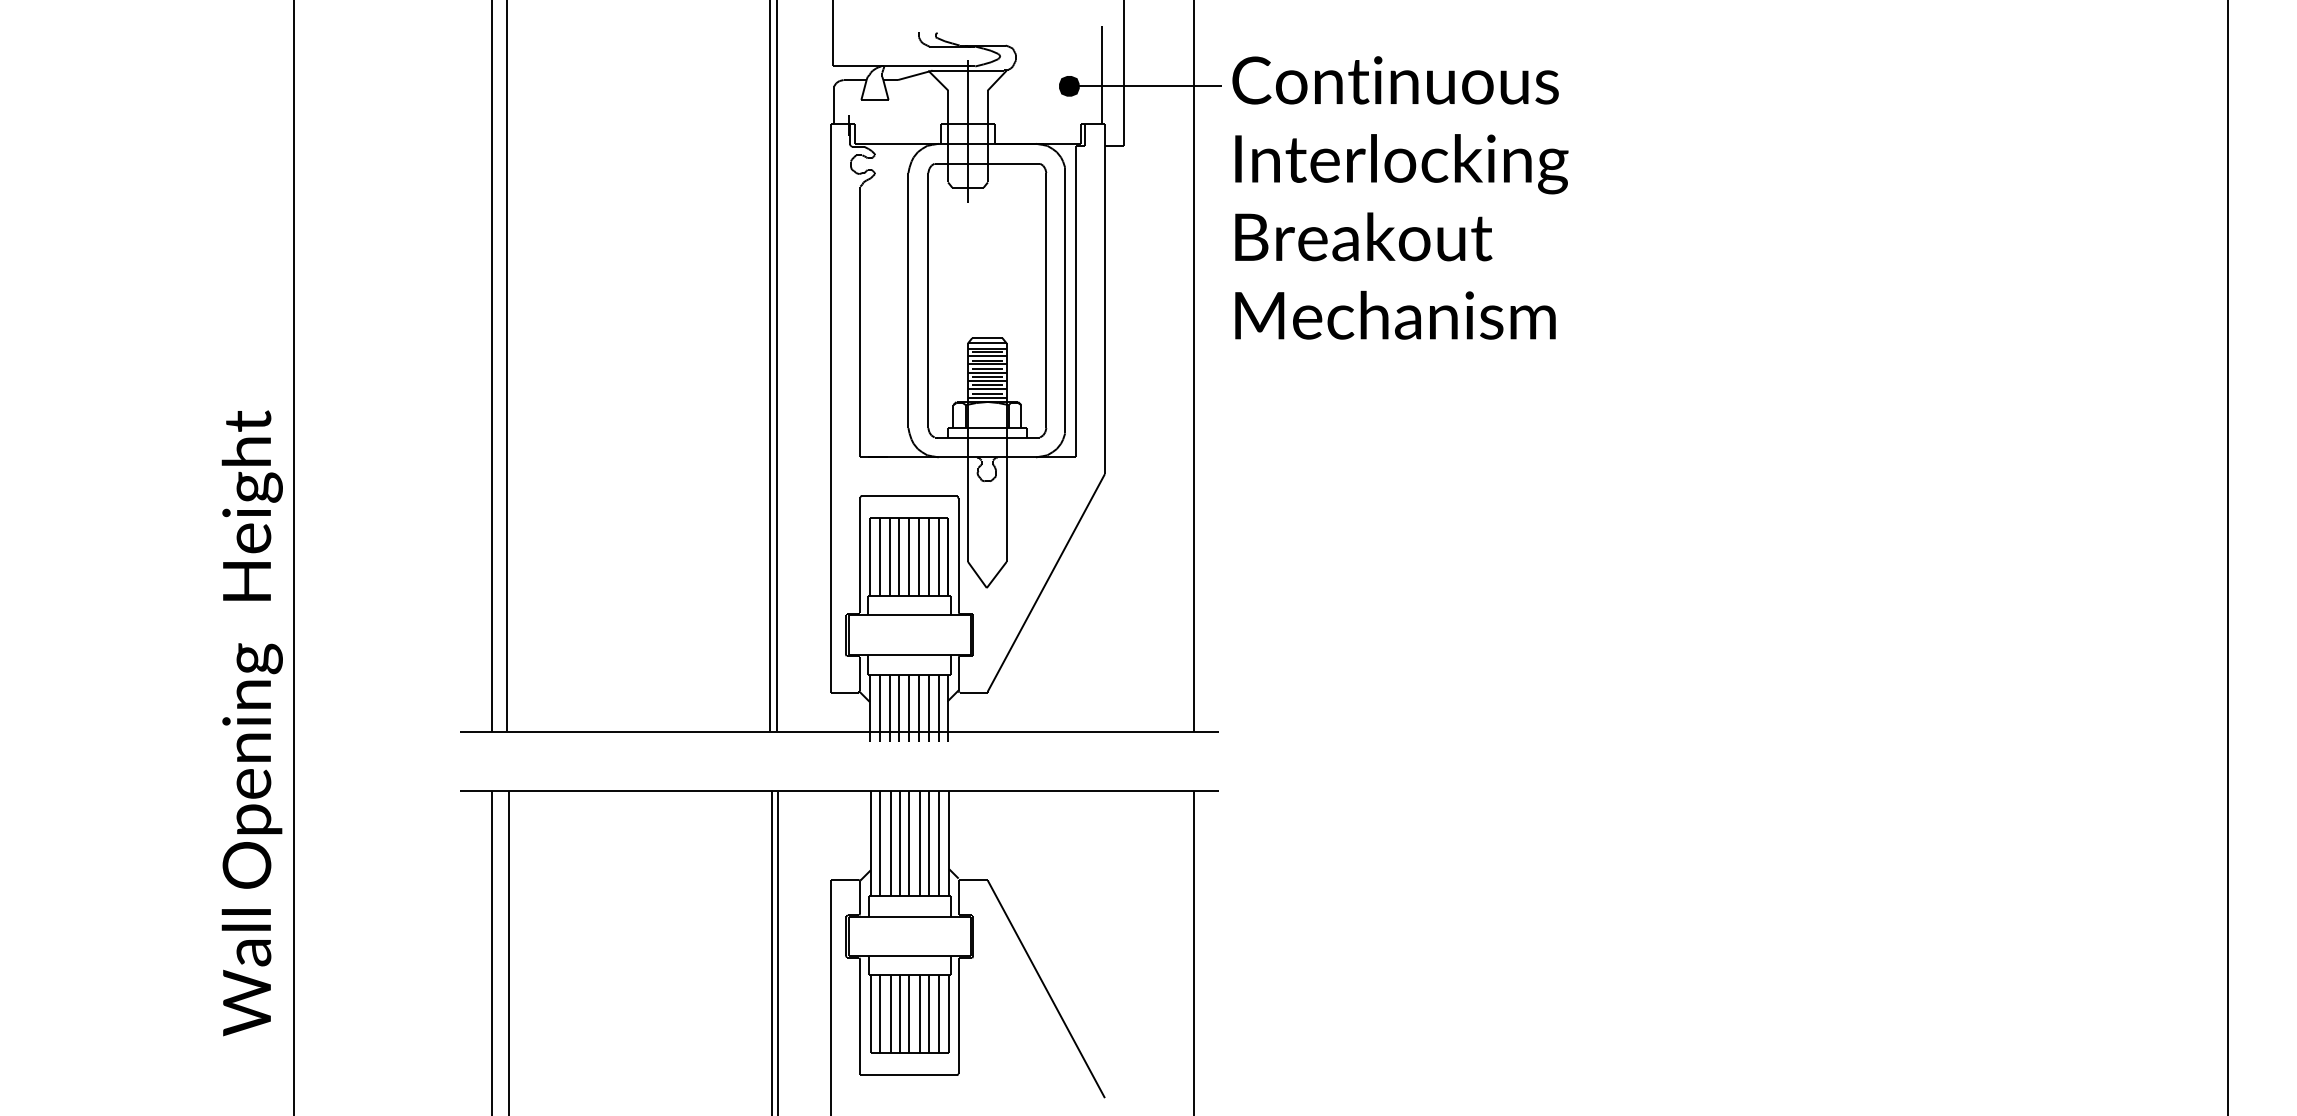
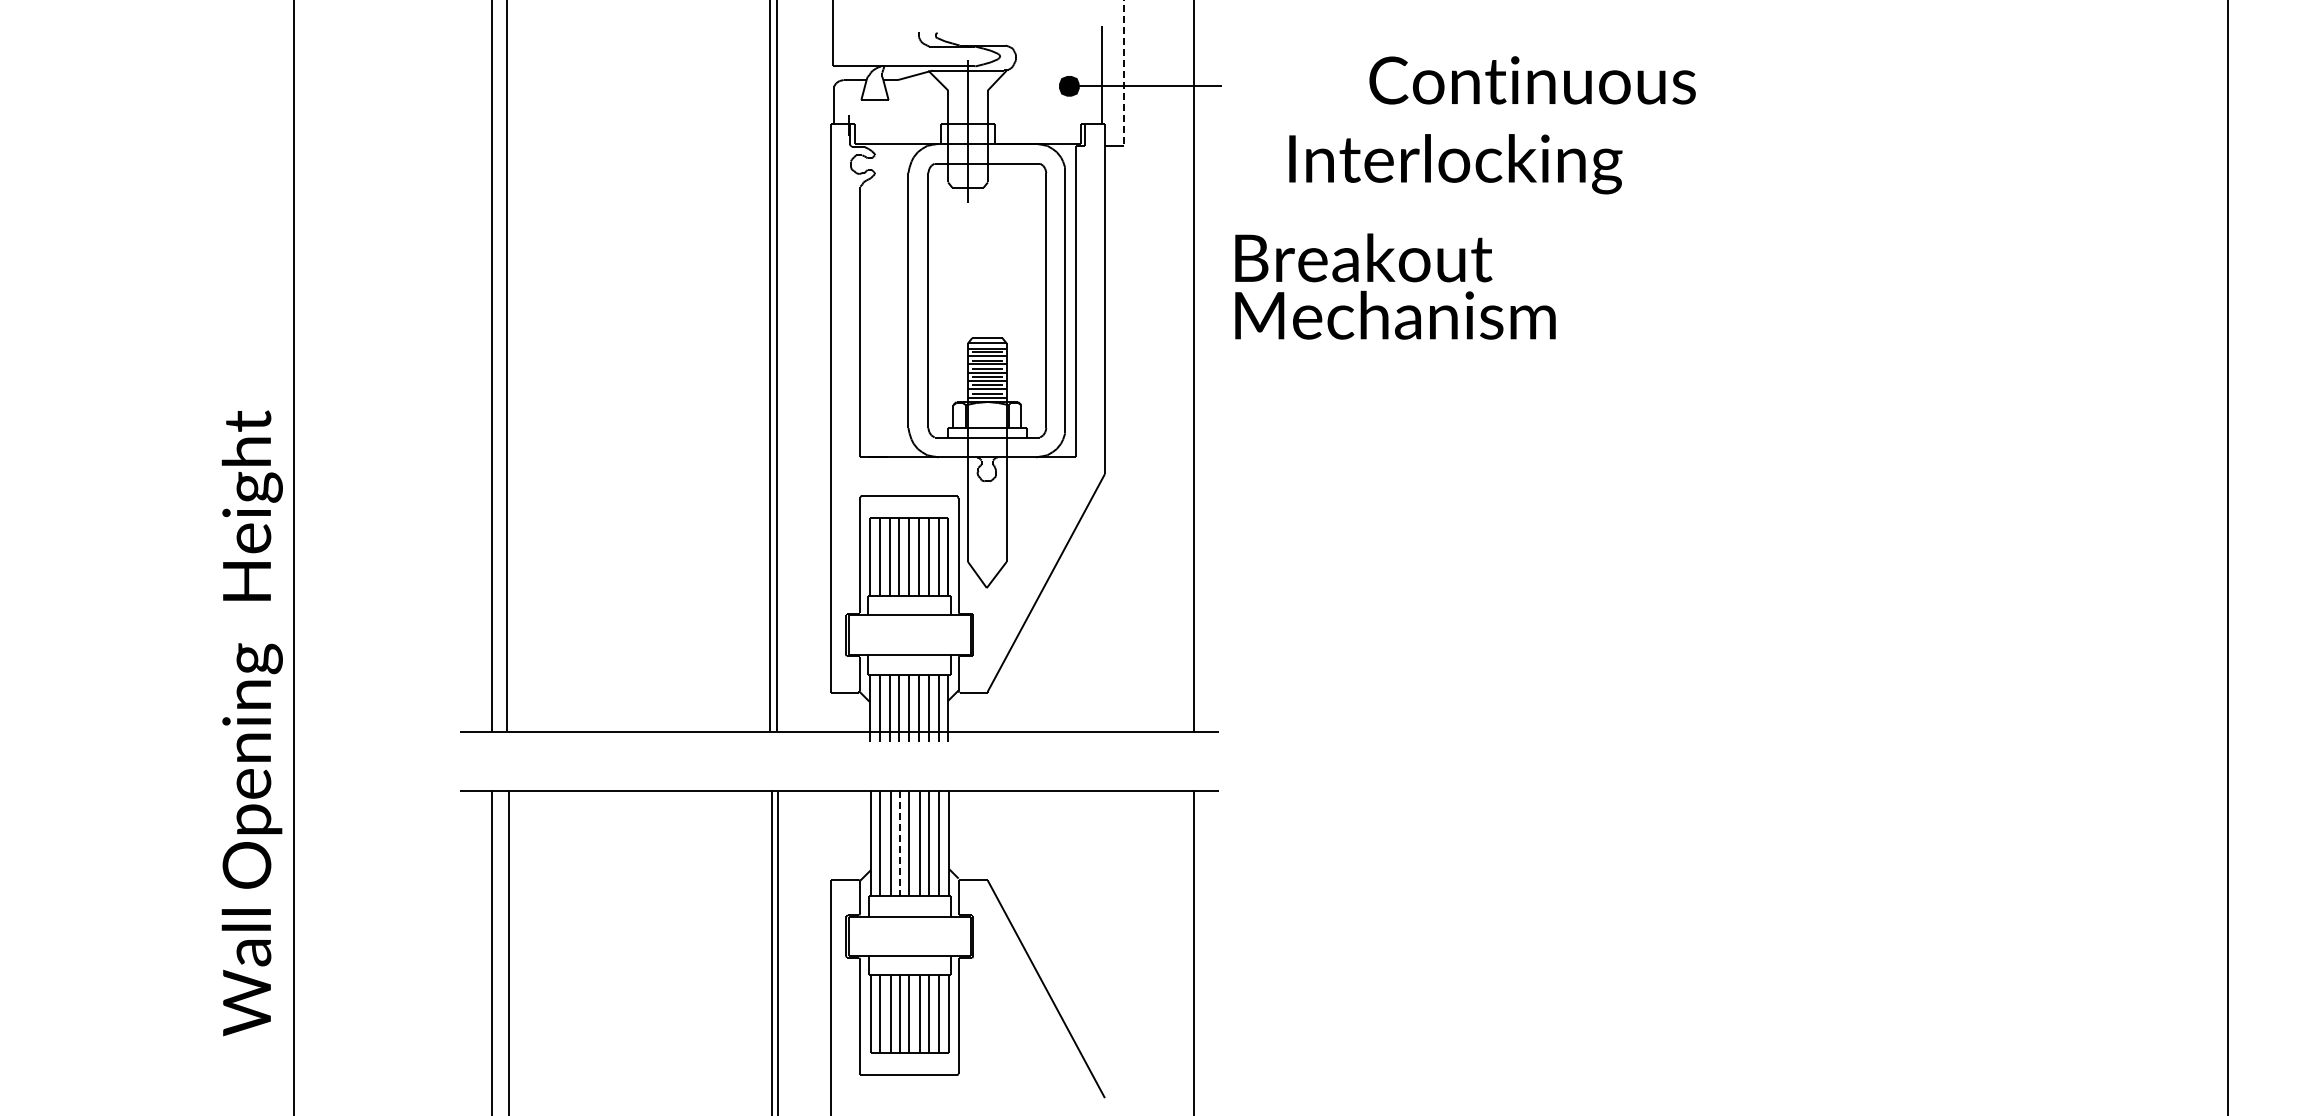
line at (1123, 73): solid -> dashed
text at (1395, 80) position: (1395, 80) -> (1532, 80)
text at (1401, 164) position: (1401, 164) -> (1455, 164)
text at (1363, 236) position: (1363, 236) -> (1363, 257)
line at (900, 843): solid -> dashed
